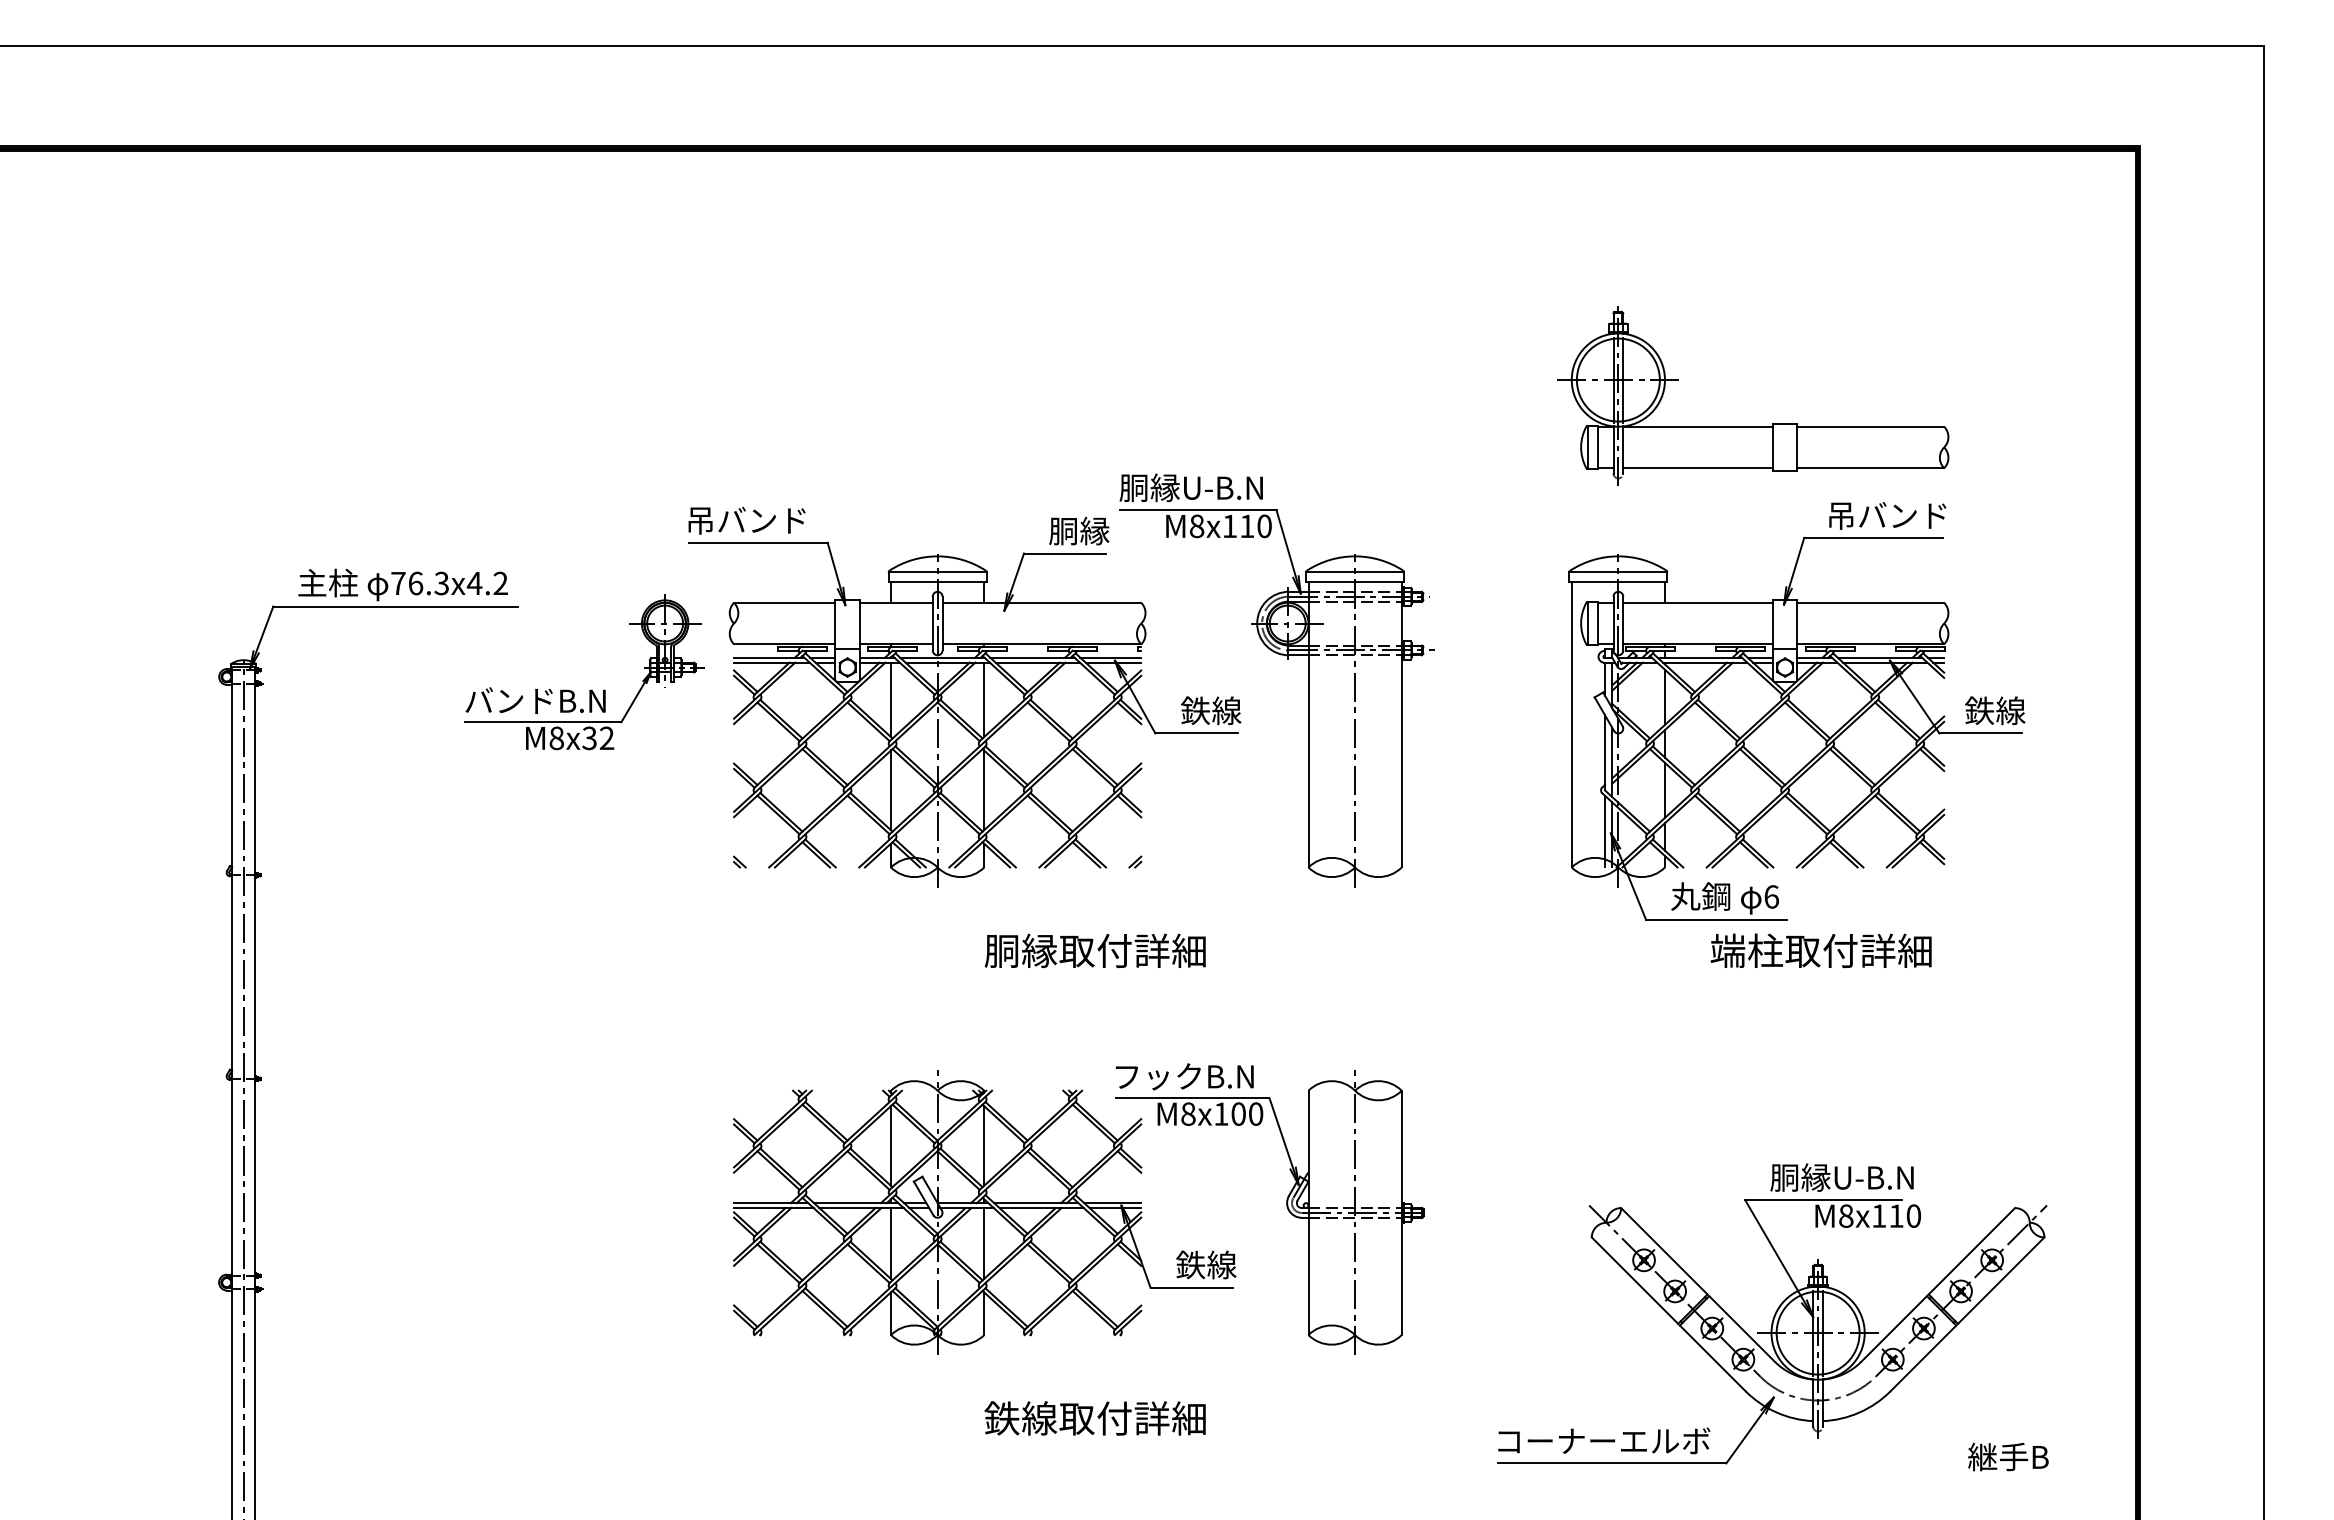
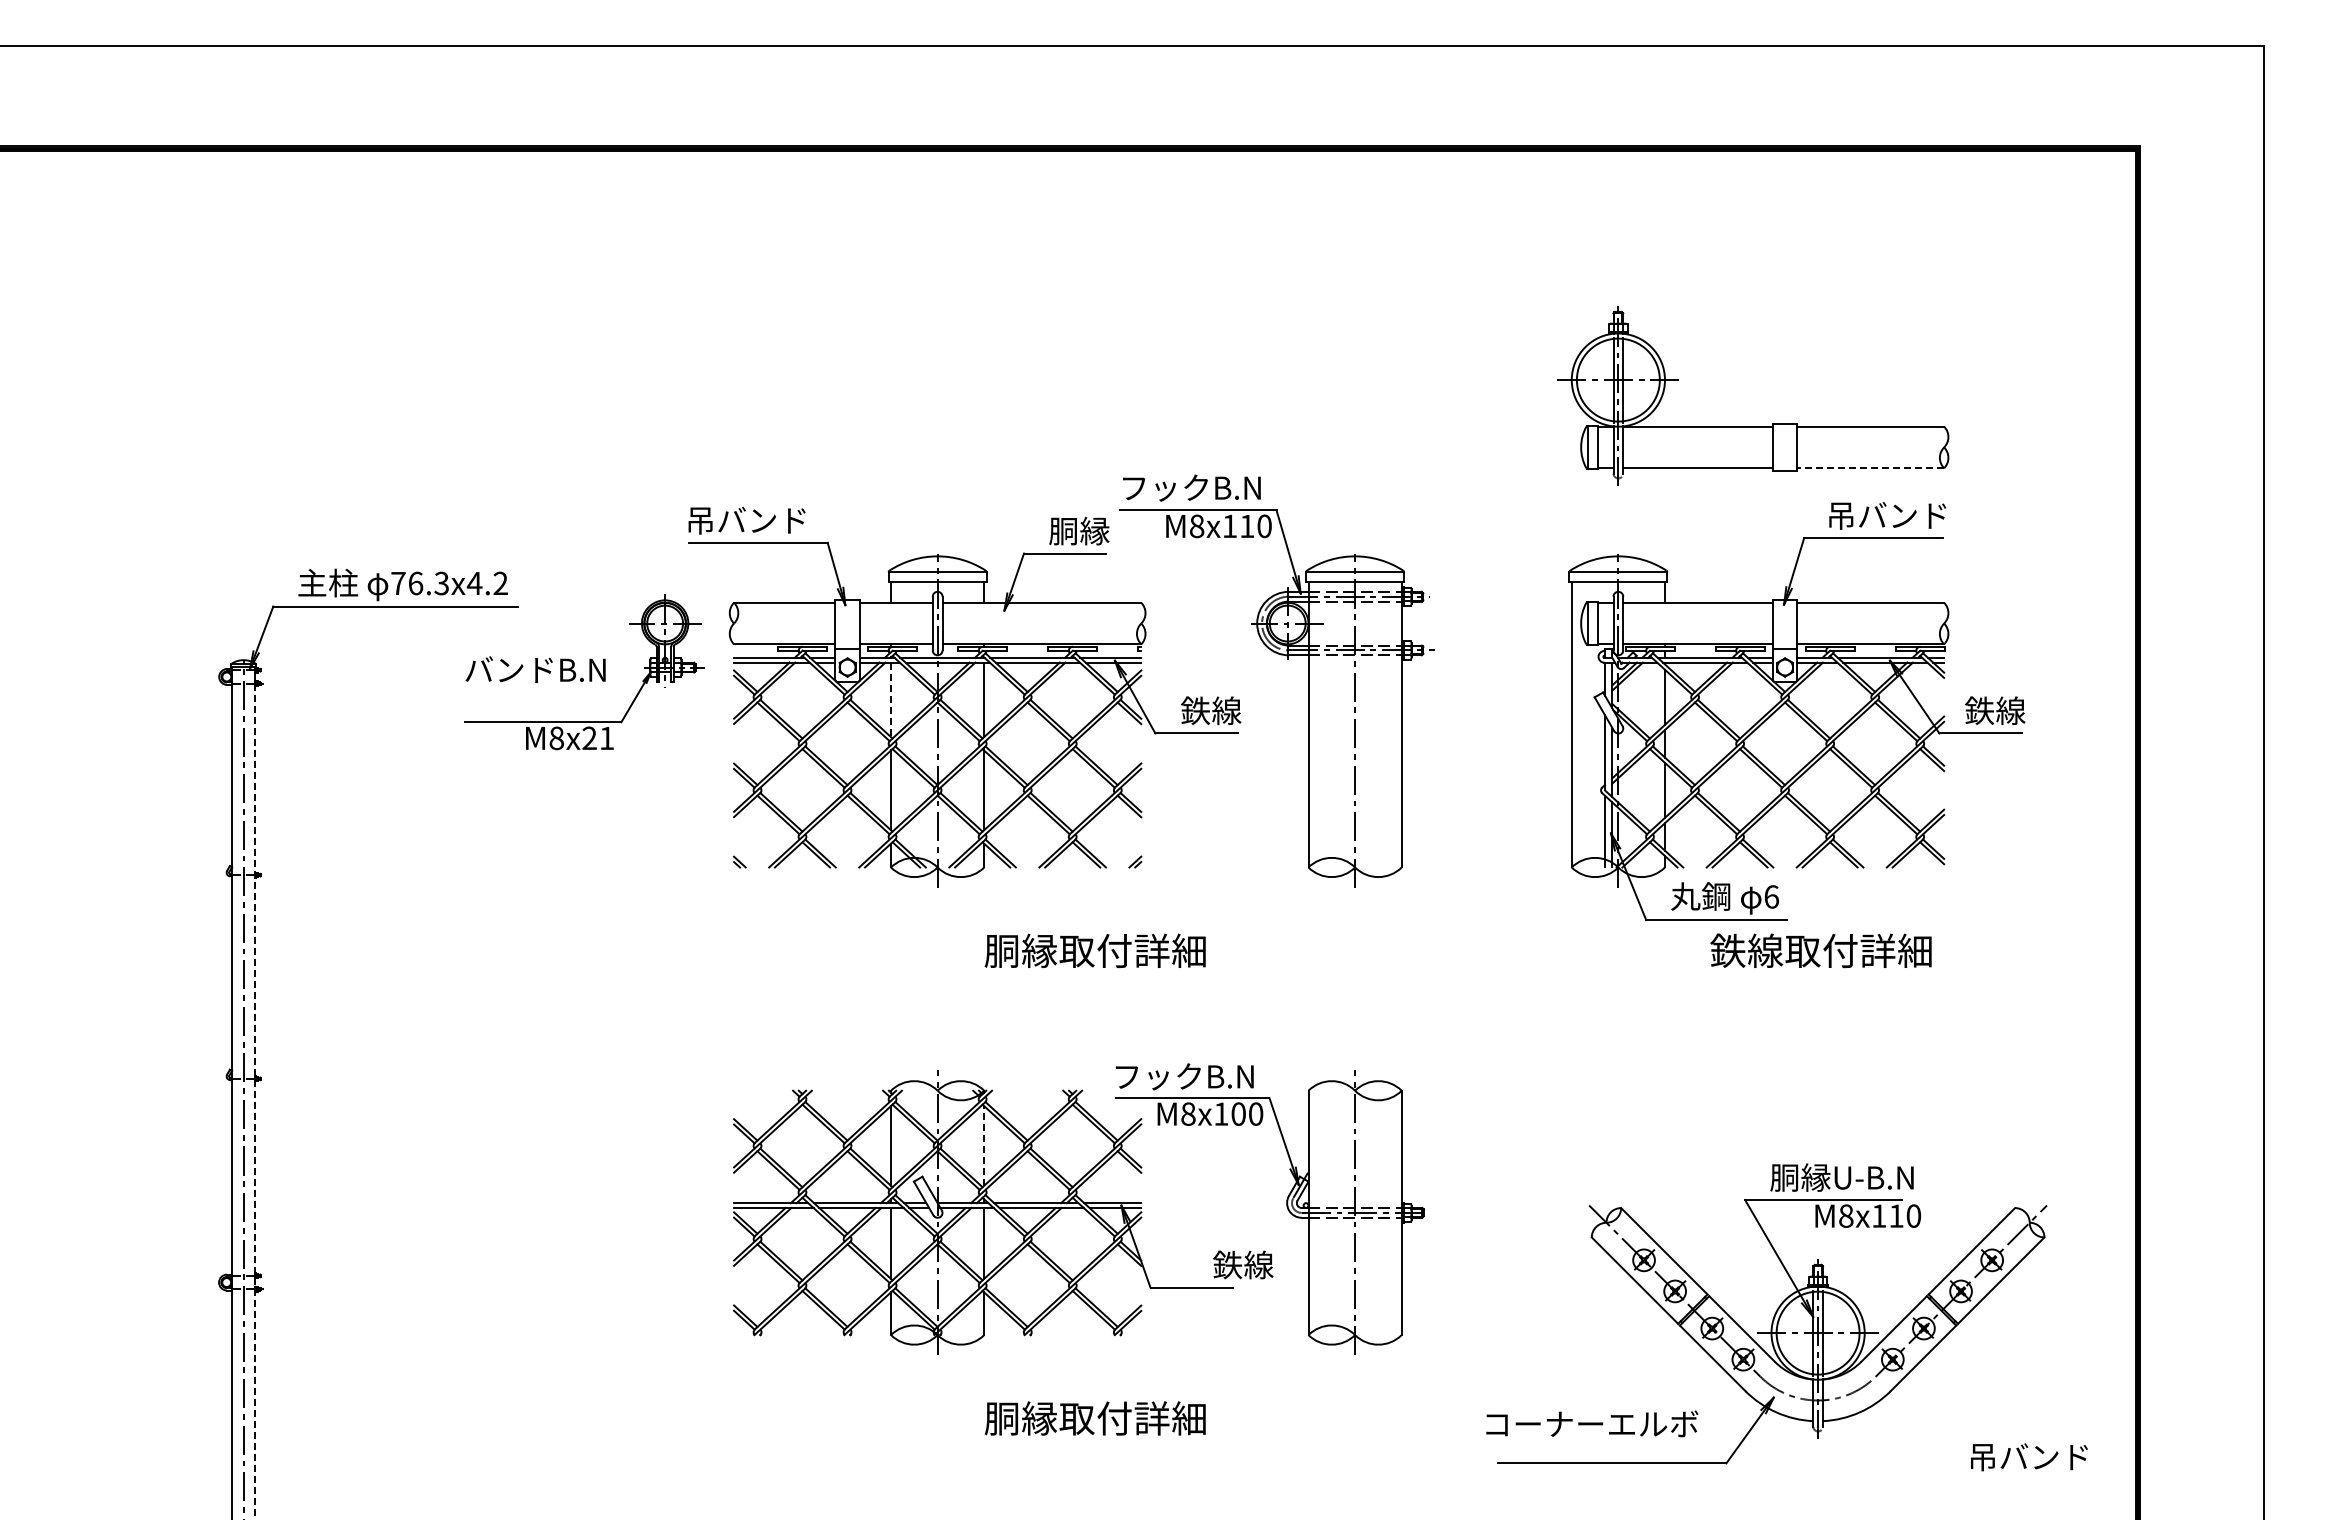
line at (1870, 468): solid -> dashed
text at (1190, 487): 胴縁U-B.N -> フックB.N
text at (535, 700) position: (535, 700) -> (535, 669)
line at (891, 700): solid -> dashed
text at (598, 738): M8x32 -> M8x21
text at (1746, 950): 端柱取付詳細 -> 鉄線取付詳細
line at (255, 1092): solid -> dashed
line at (984, 1145): solid -> dashed
text at (1206, 1264) position: (1206, 1264) -> (1243, 1264)
text at (1020, 1418): 鉄線取付詳細 -> 胴縁取付詳細
text at (1604, 1440) position: (1604, 1440) -> (1592, 1423)
text at (2027, 1456): 継手B -> 吊バンド
